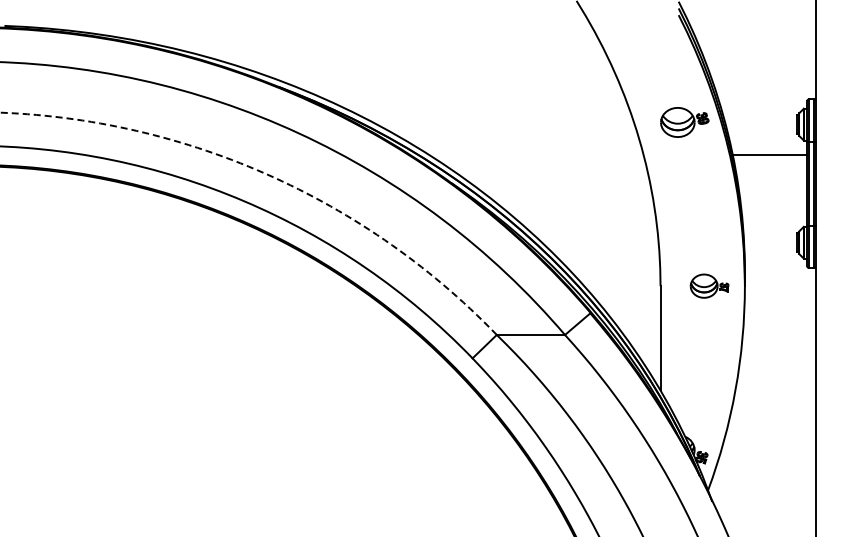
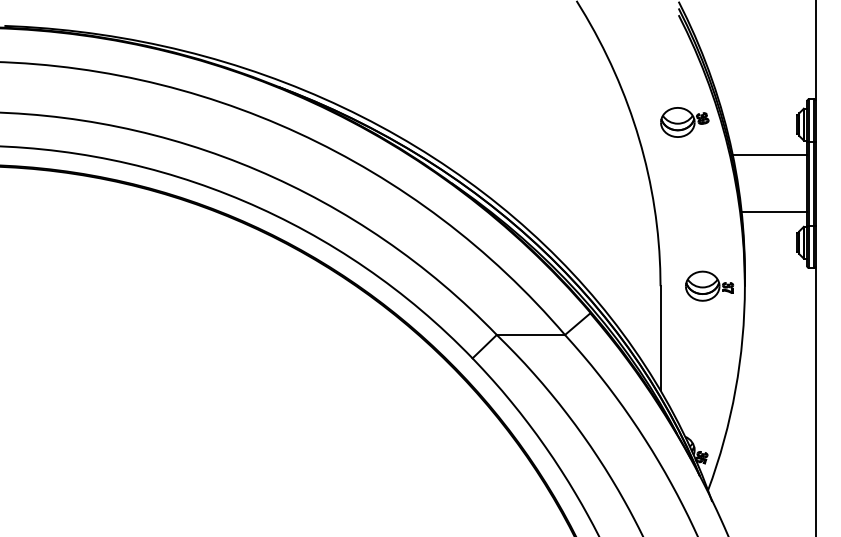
arc at (269, 175): dashed -> solid
line at (774, 212): none -> present
part at (709, 285) size: 41x26 px -> 50x32 px
